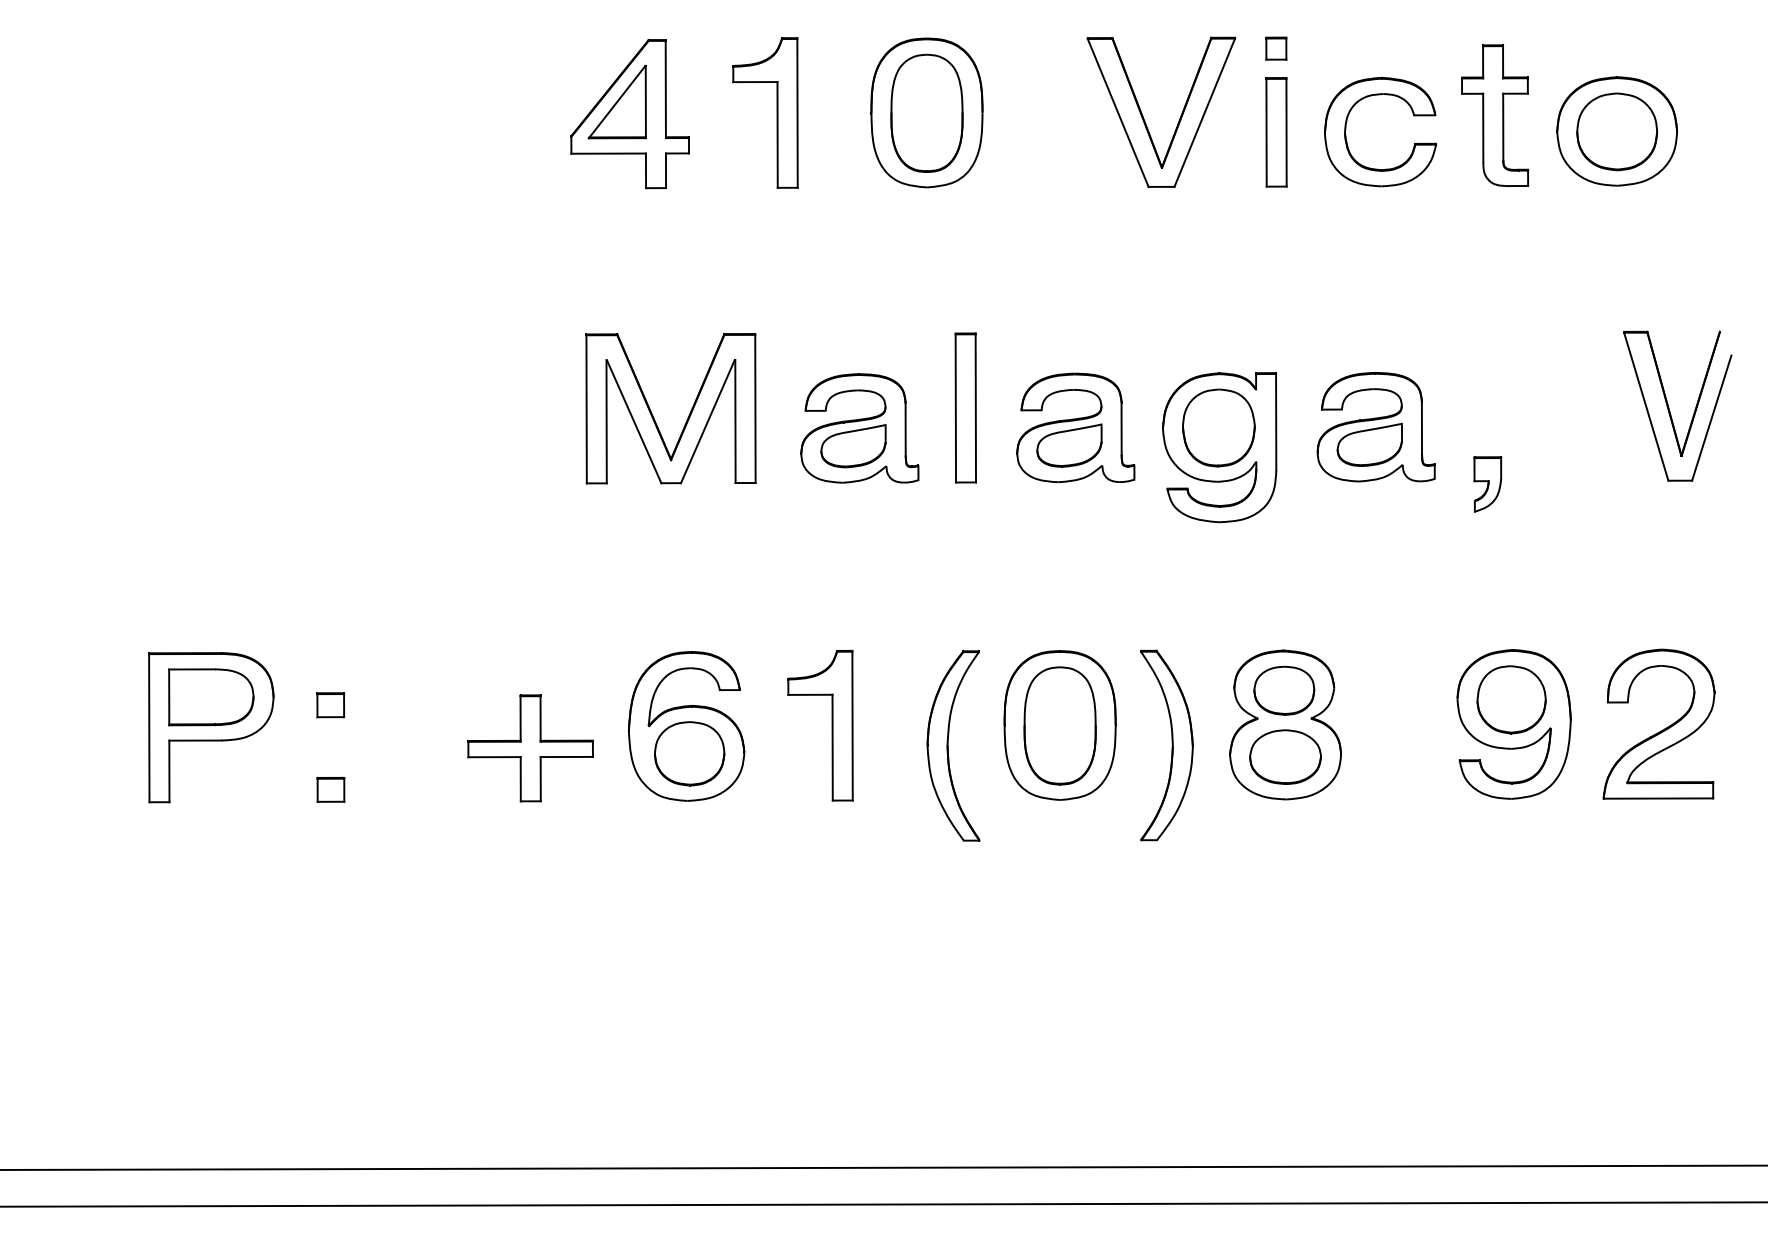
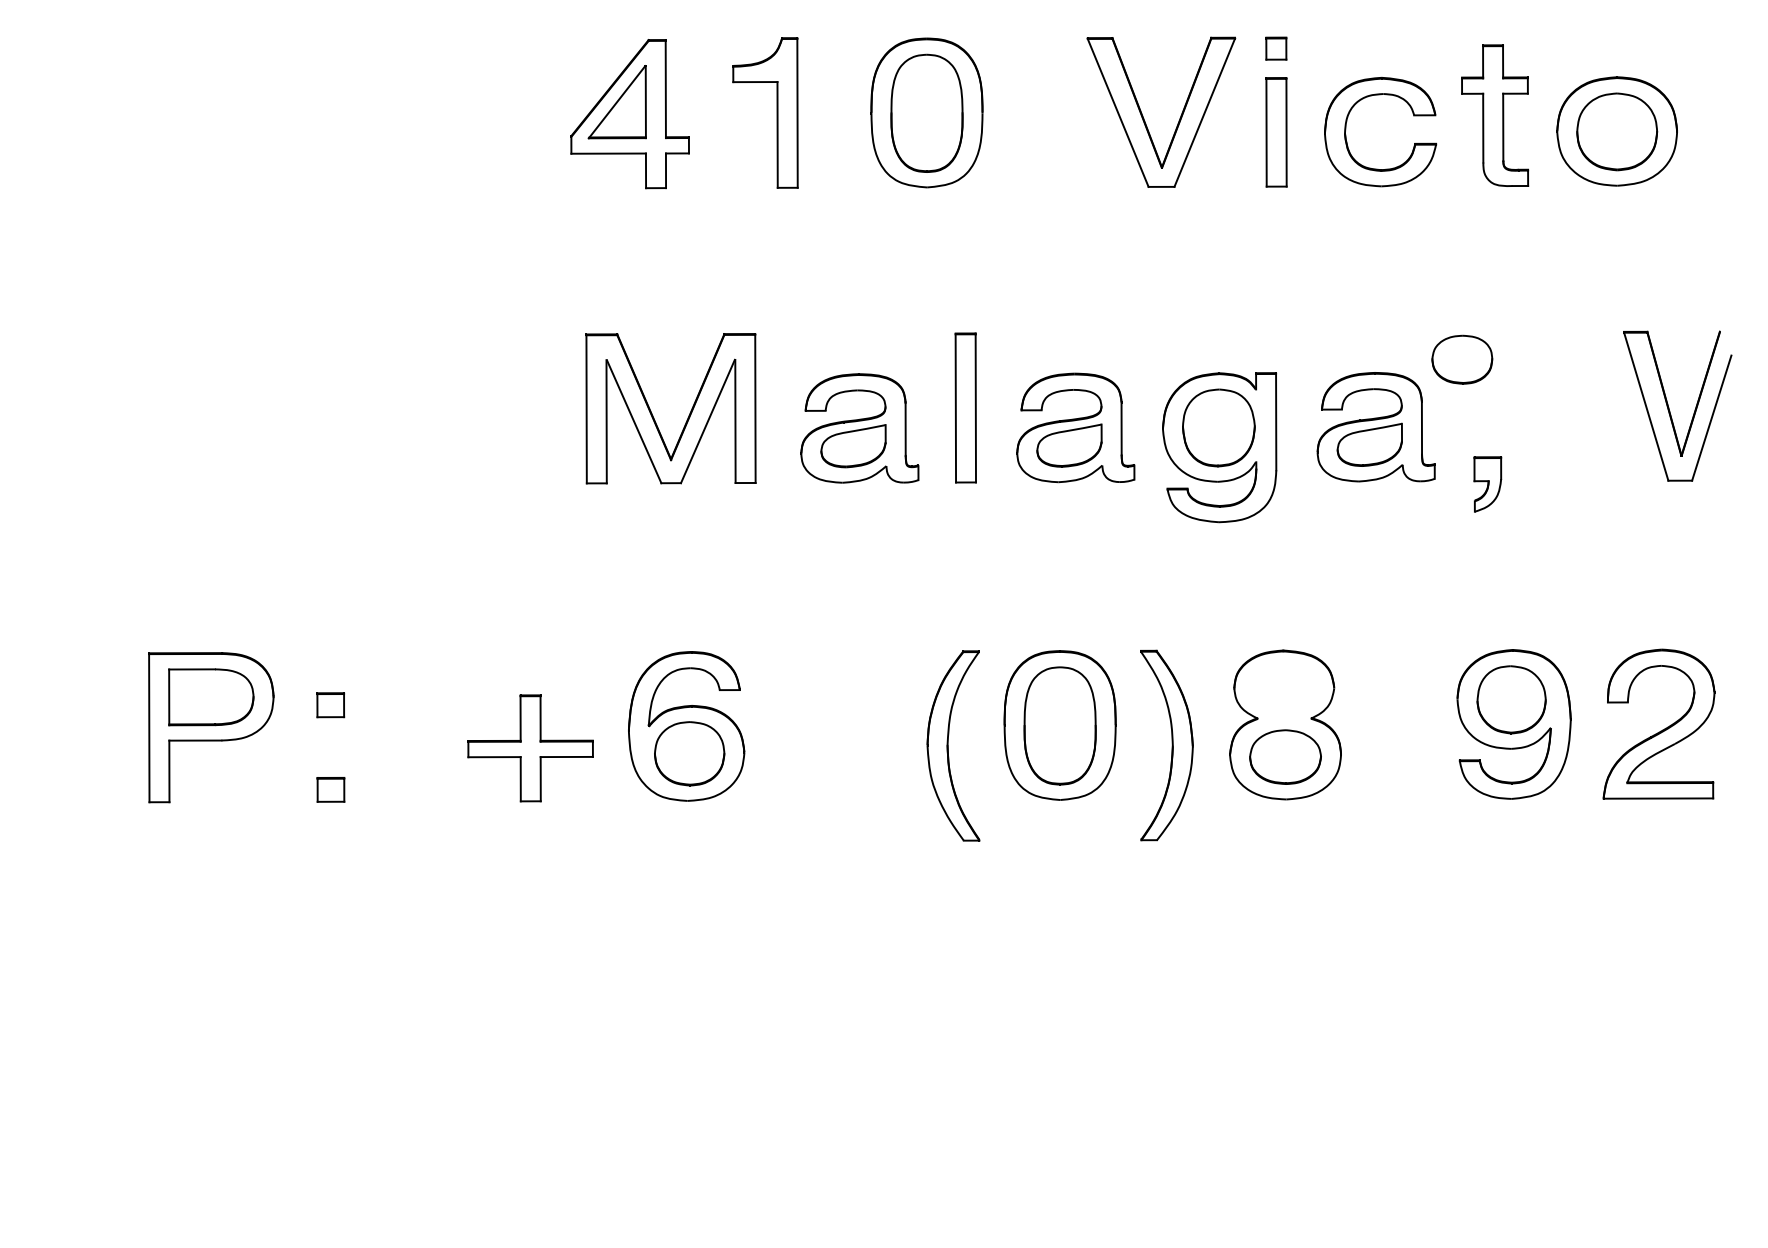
part at (1284, 690) position: (1284, 690) -> (1462, 359)
part at (831, 725): present -> none
line at (883, 1167): present -> none
line at (883, 1204): present -> none
